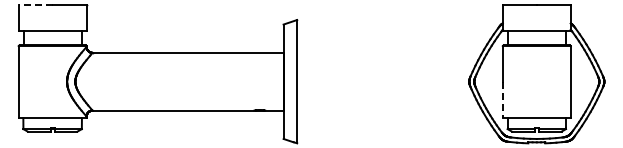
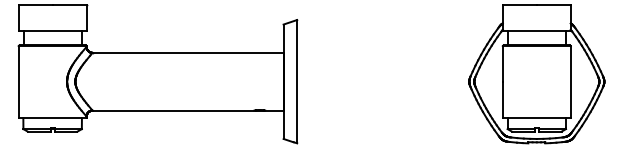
line at (35, 4): dashed -> solid
line at (502, 100): dashed -> solid
